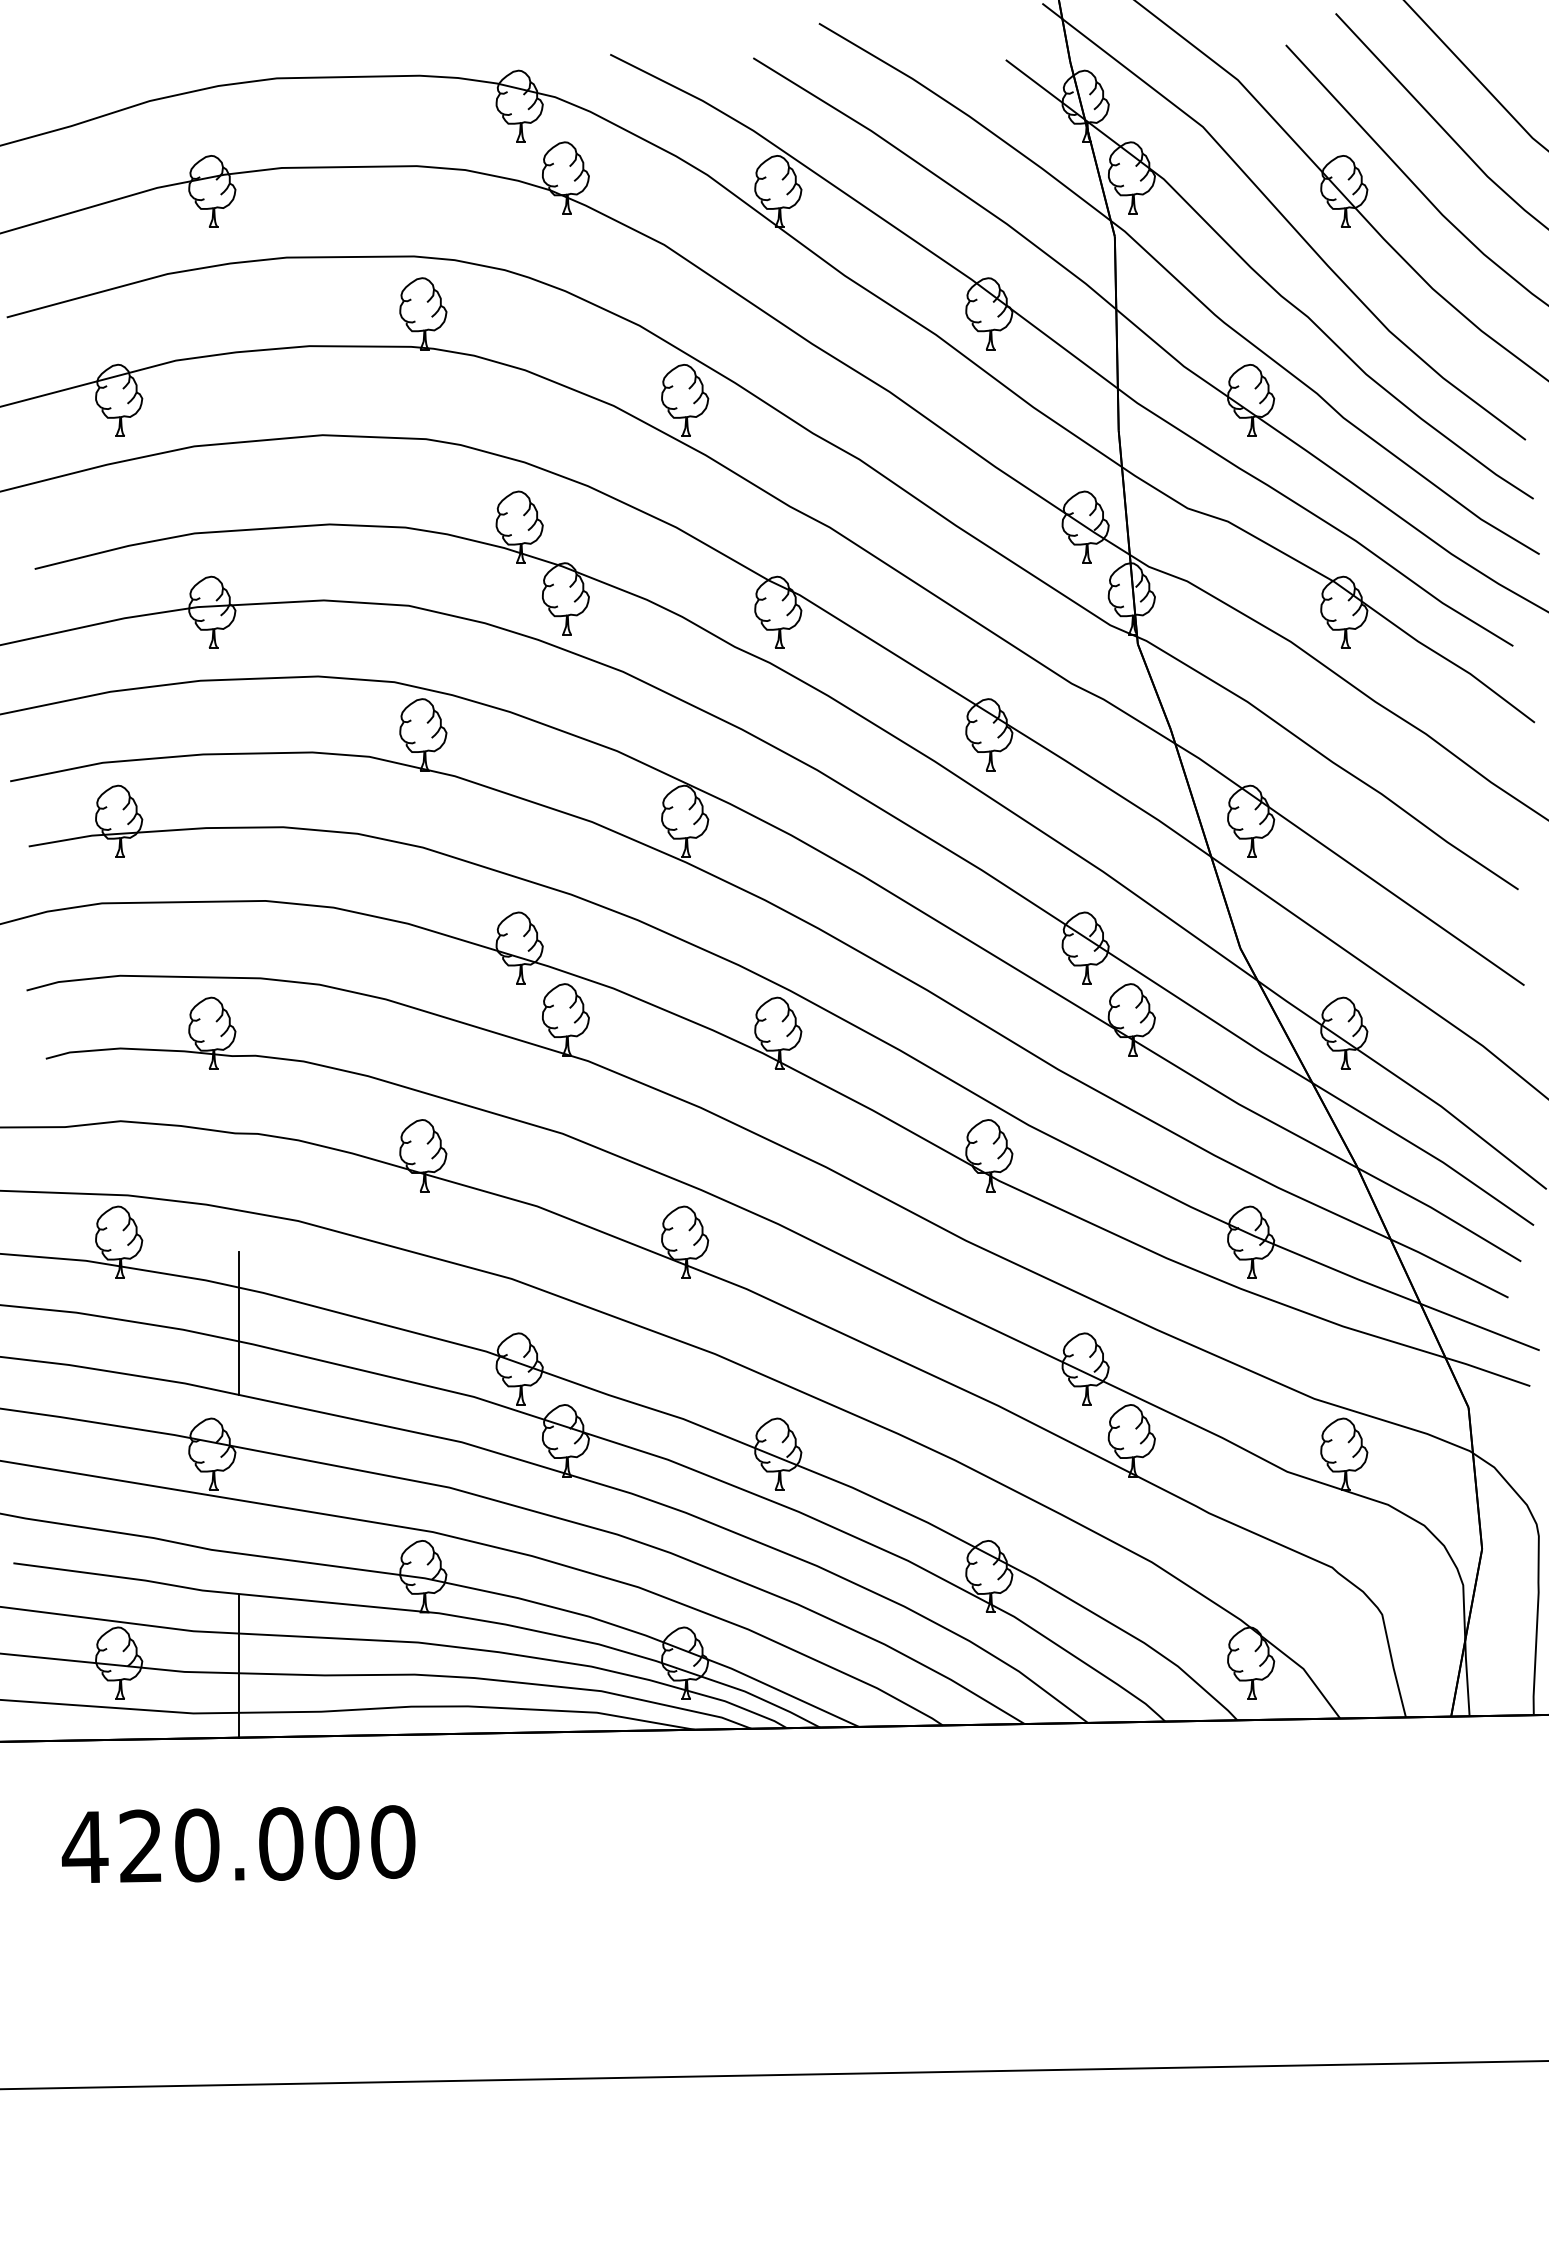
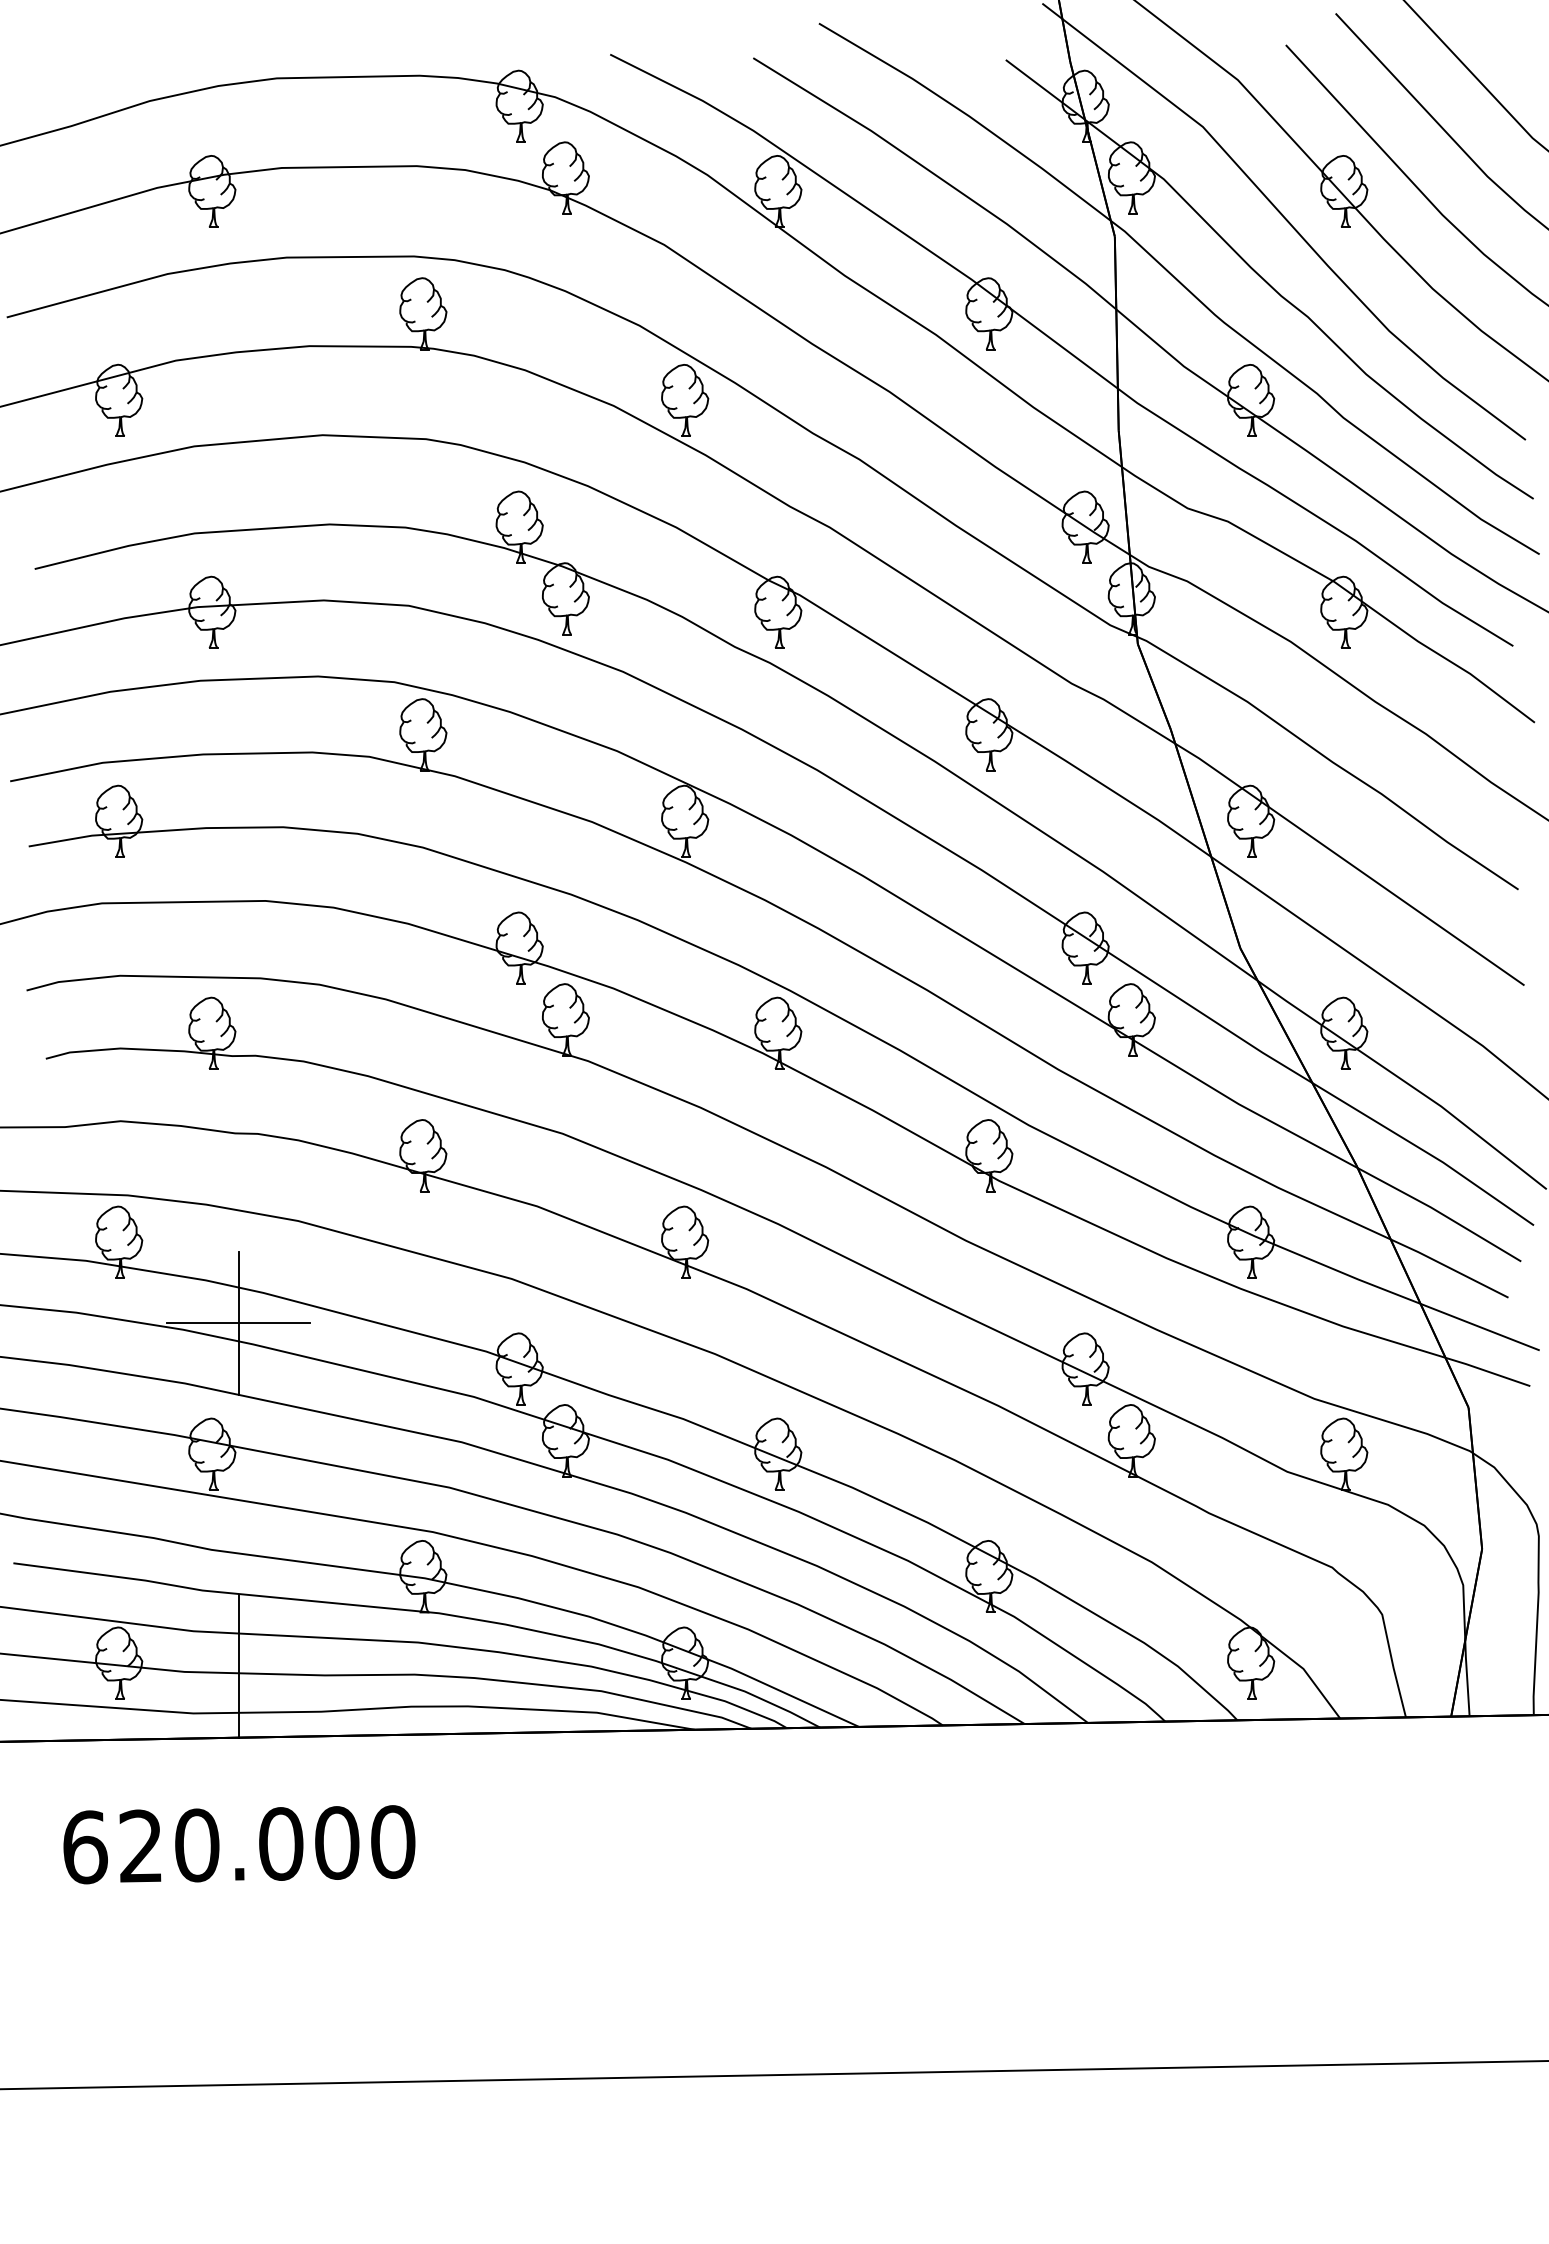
line at (238, 1323): none -> present
text at (84, 1847): 420.000 -> 620.000
